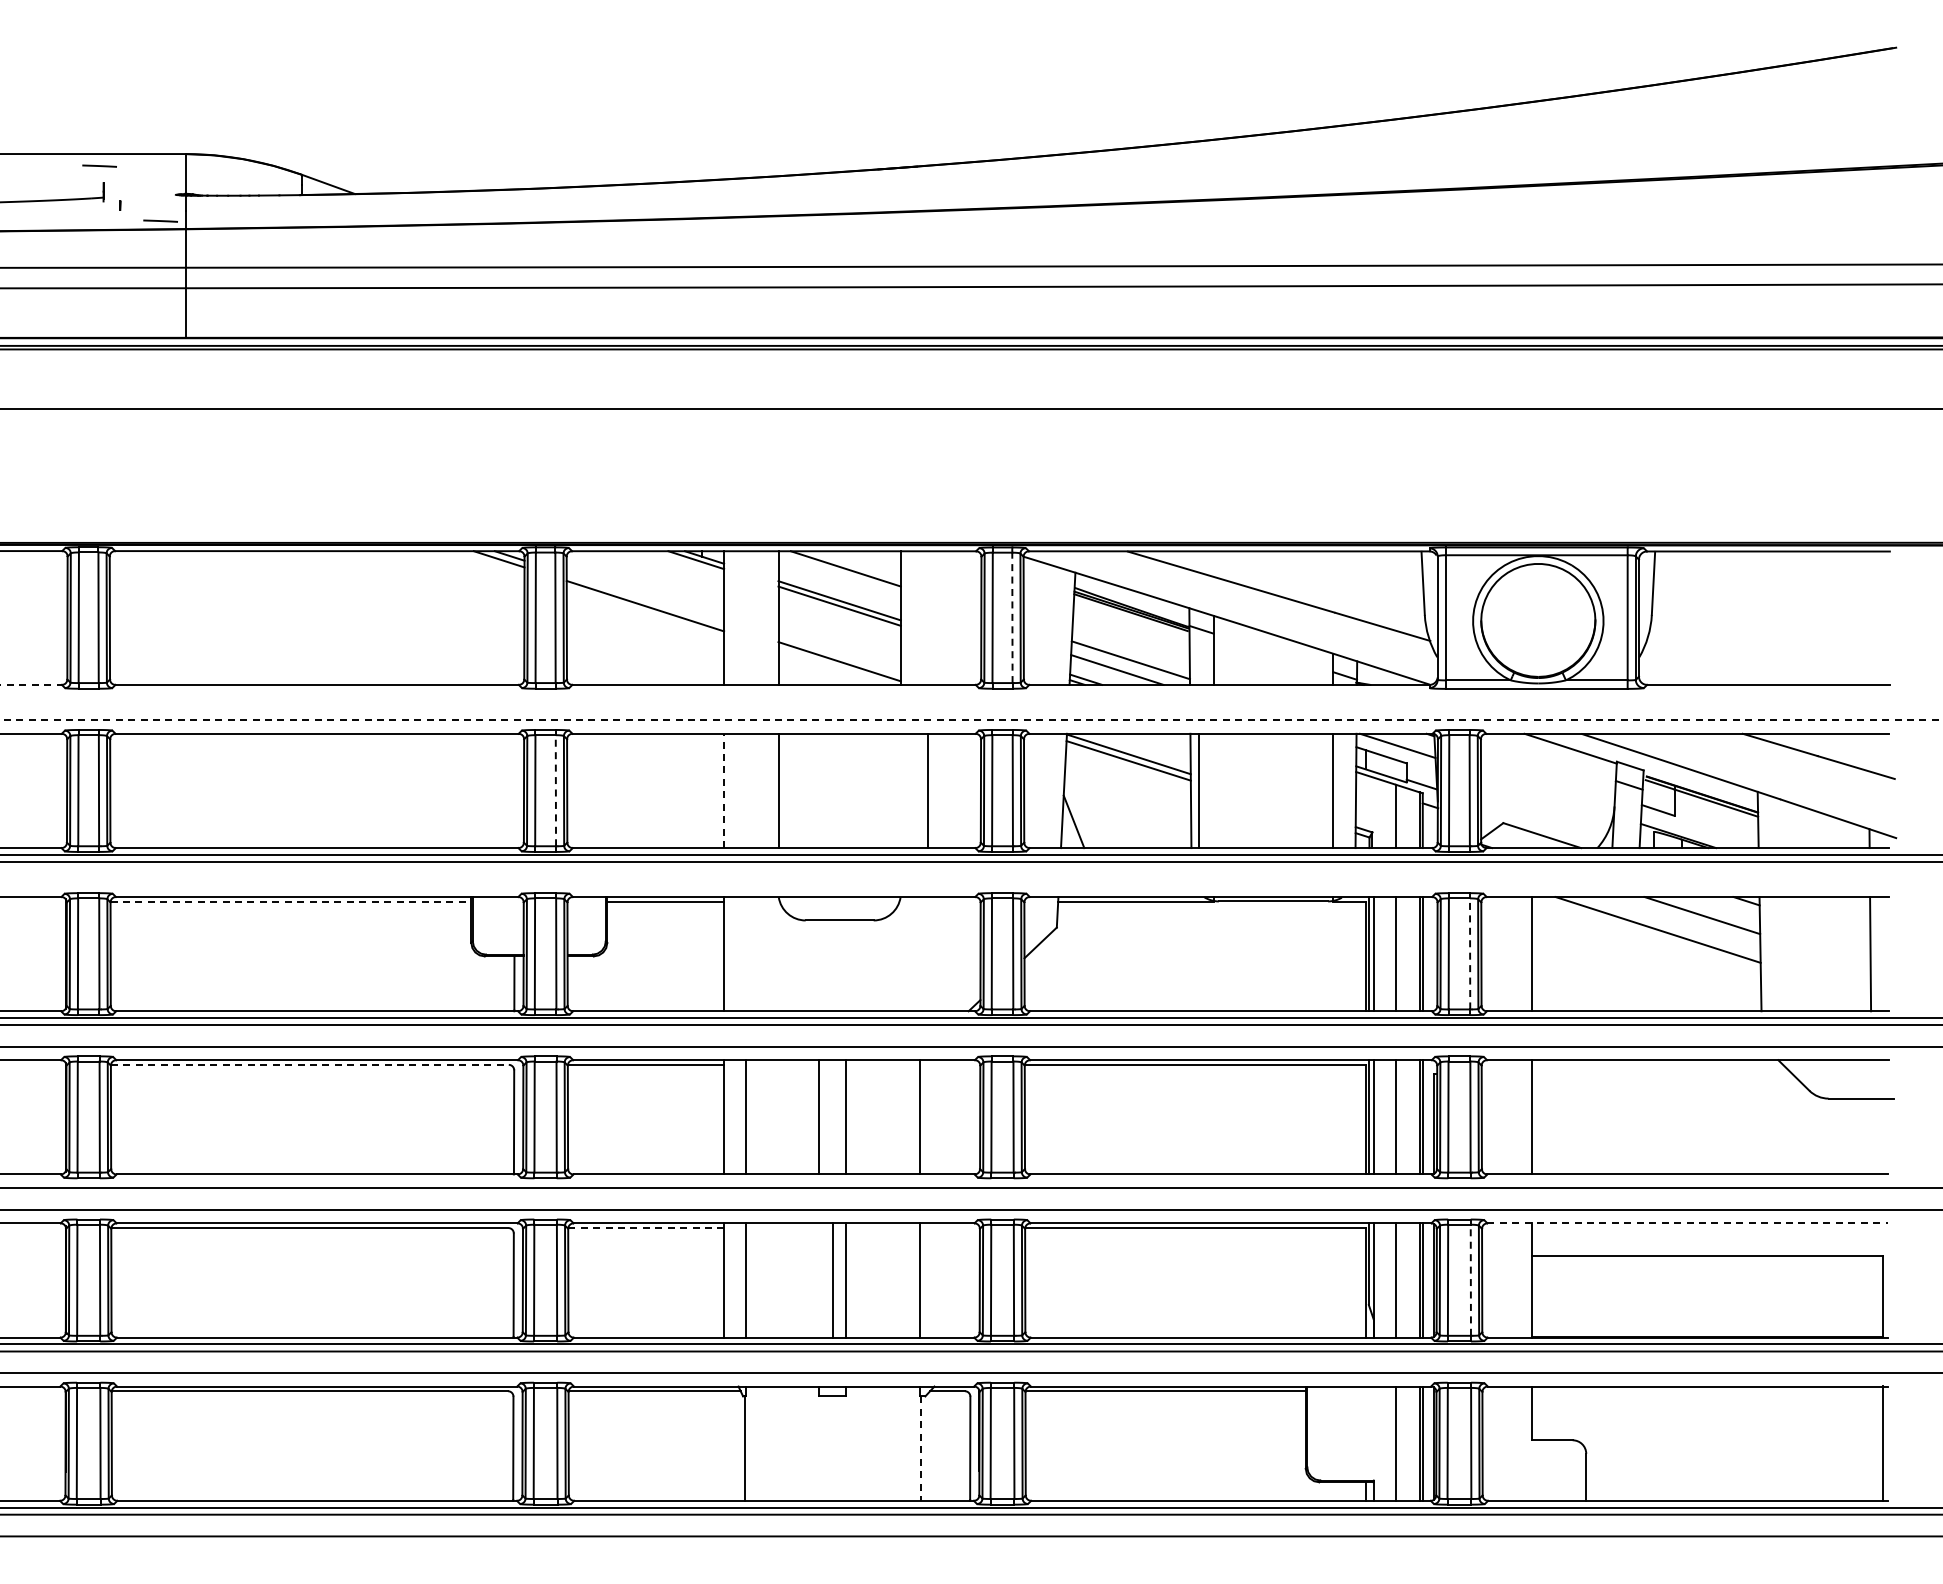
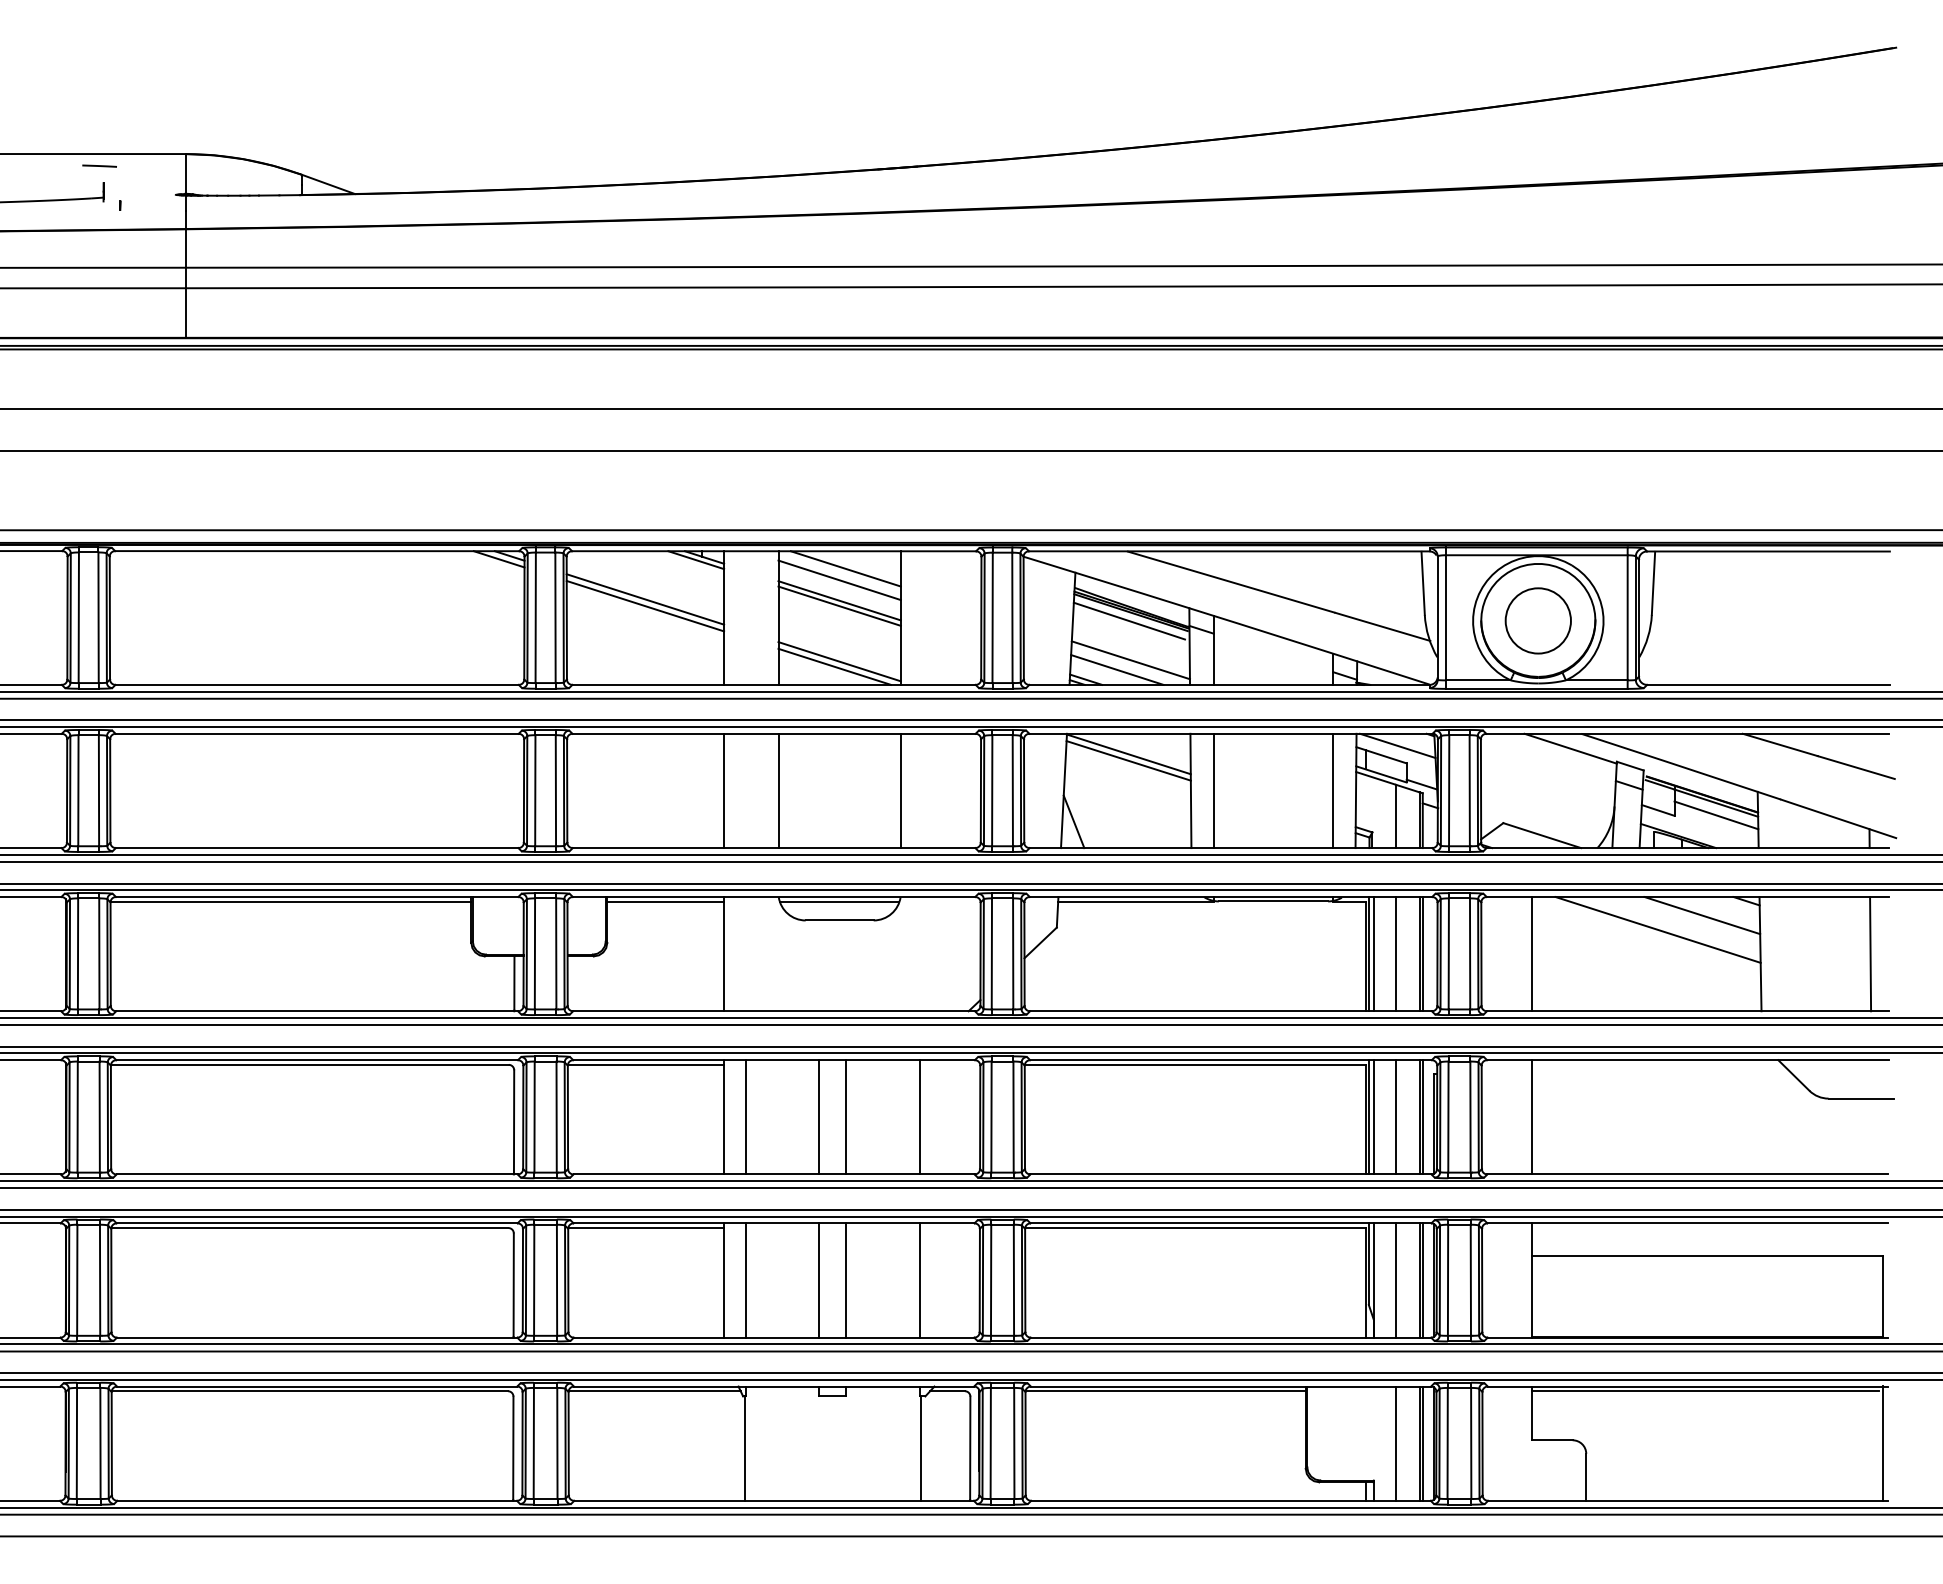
line at (160, 220): present -> none
line at (970, 451): none -> present
line at (970, 530): none -> present
line at (839, 580): none -> present
line at (645, 599): none -> present
line at (1012, 617): dashed -> solid
line at (1129, 620): none -> present
circle at (1537, 620): none -> present
line at (834, 666): none -> present
line at (30, 684): dashed -> solid
line at (970, 691): none -> present
line at (970, 698): none -> present
line at (970, 720): dashed -> solid
line at (970, 726): none -> present
line at (555, 790): dashed -> solid
line at (724, 790): dashed -> solid
line at (927, 790) position: (927, 790) -> (900, 790)
line at (1198, 790) position: (1198, 790) -> (1213, 790)
line at (1716, 815): none -> present
line at (970, 883): none -> present
line at (970, 890): none -> present
line at (291, 901): dashed -> solid
line at (839, 901): none -> present
line at (1470, 953): dashed -> solid
line at (970, 1053): none -> present
line at (309, 1064): dashed -> solid
line at (970, 1181): none -> present
line at (970, 1216): none -> present
line at (1688, 1223): dashed -> solid
line at (646, 1228): dashed -> solid
line at (833, 1280) position: (833, 1280) -> (819, 1280)
line at (1470, 1280): dashed -> solid
line at (970, 1379): none -> present
line at (1704, 1391): none -> present
line at (921, 1449): dashed -> solid
